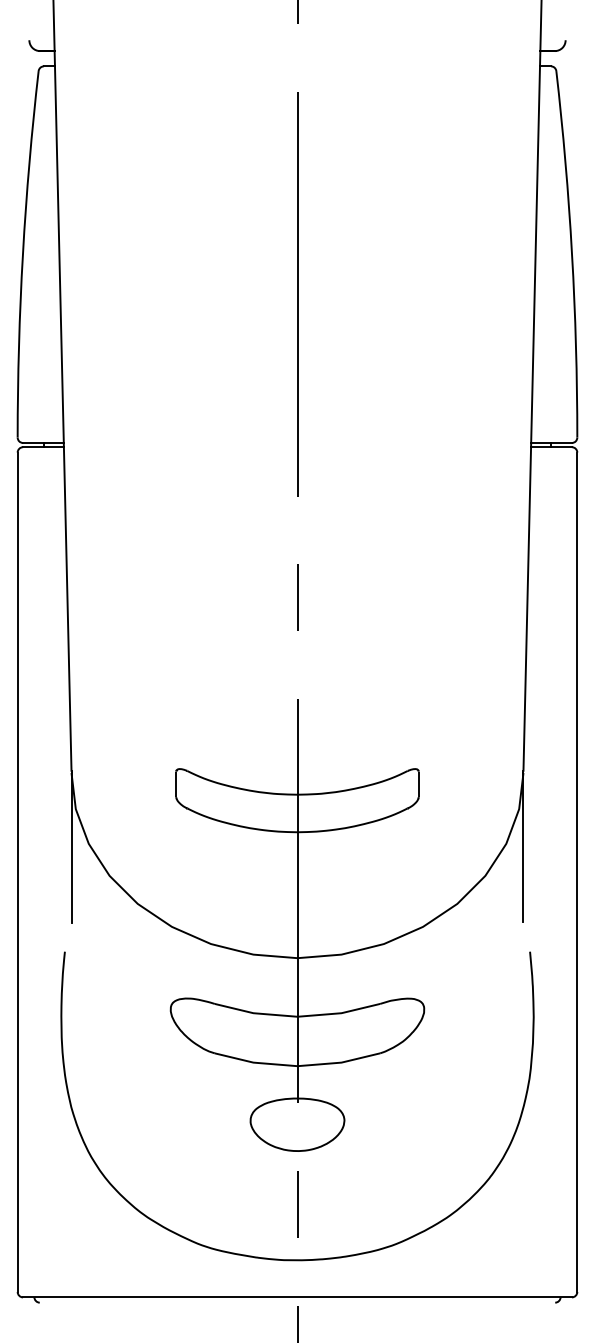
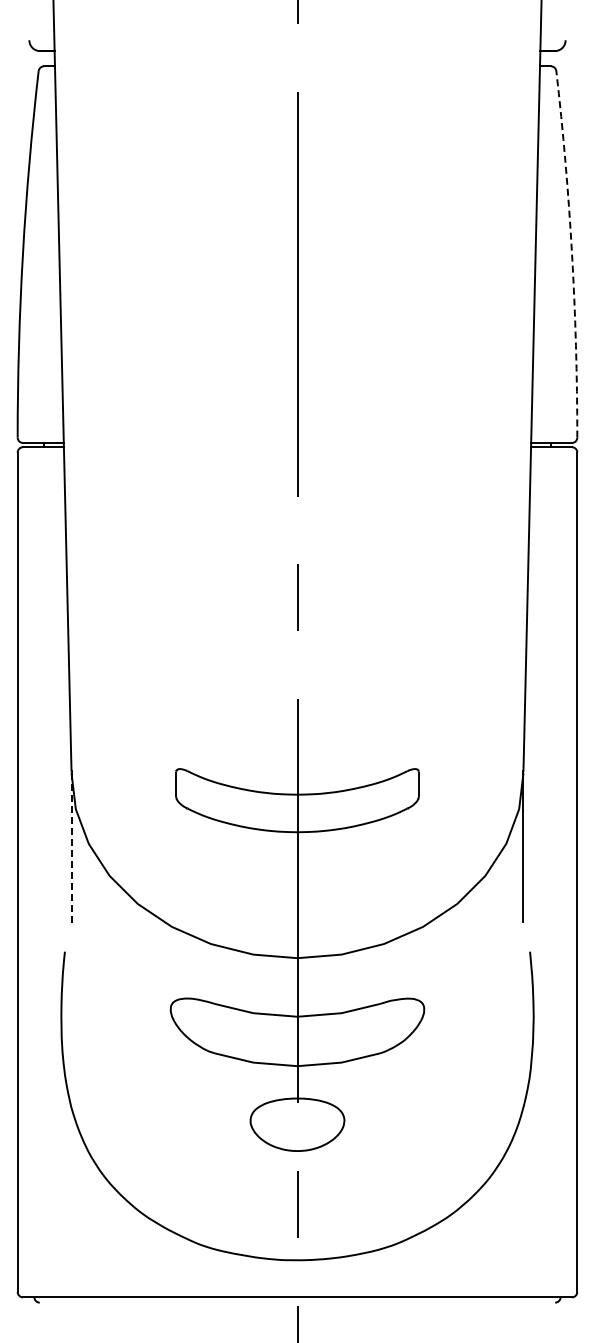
arc at (572, 254): solid -> dashed
line at (71, 847): solid -> dashed
